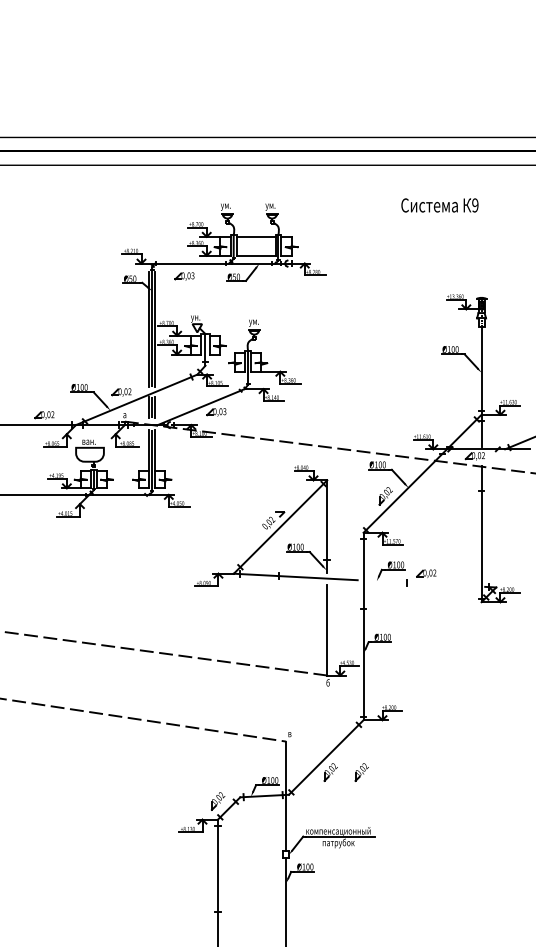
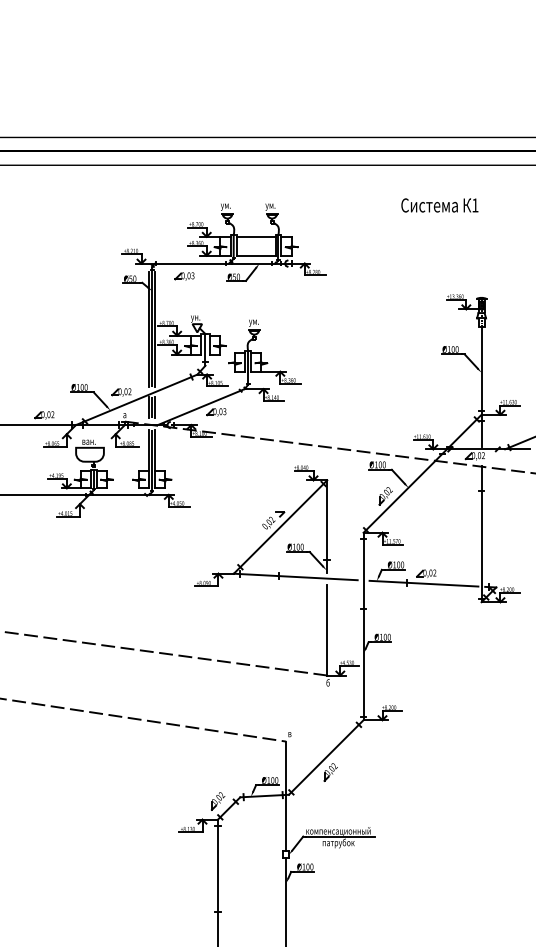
text at (475, 205): 9 -> 1
line at (423, 583): none -> present
part at (361, 772): present -> none
